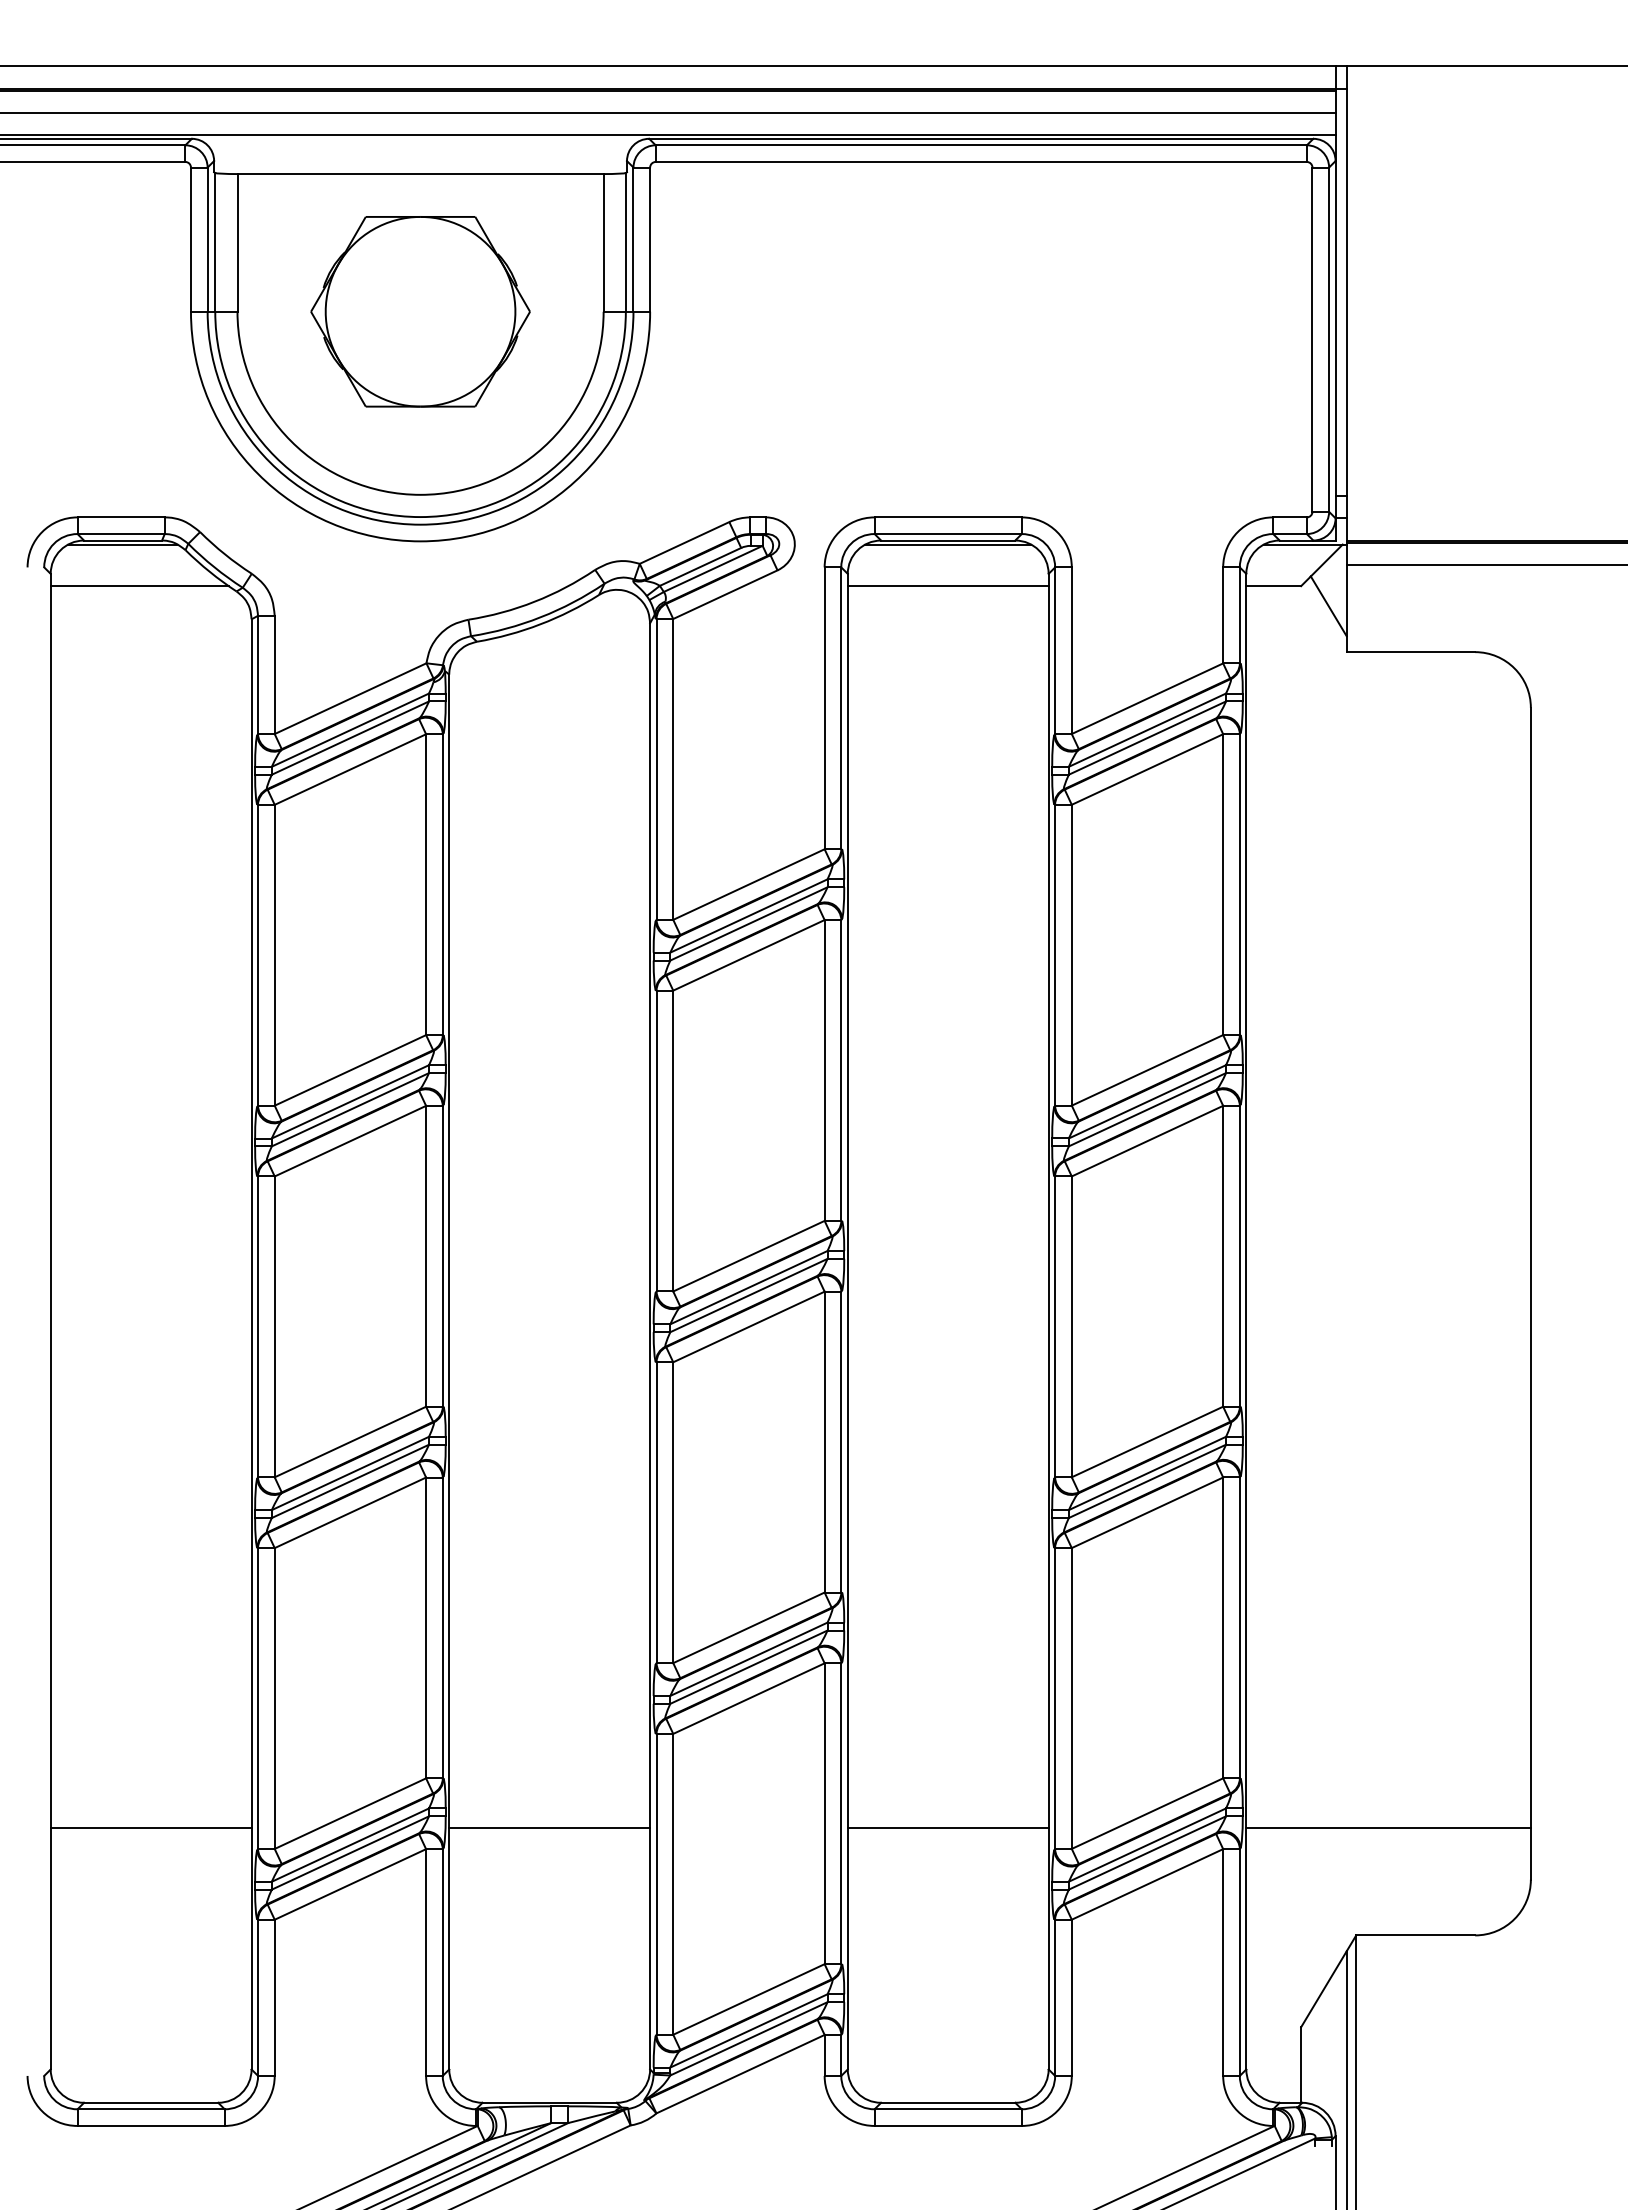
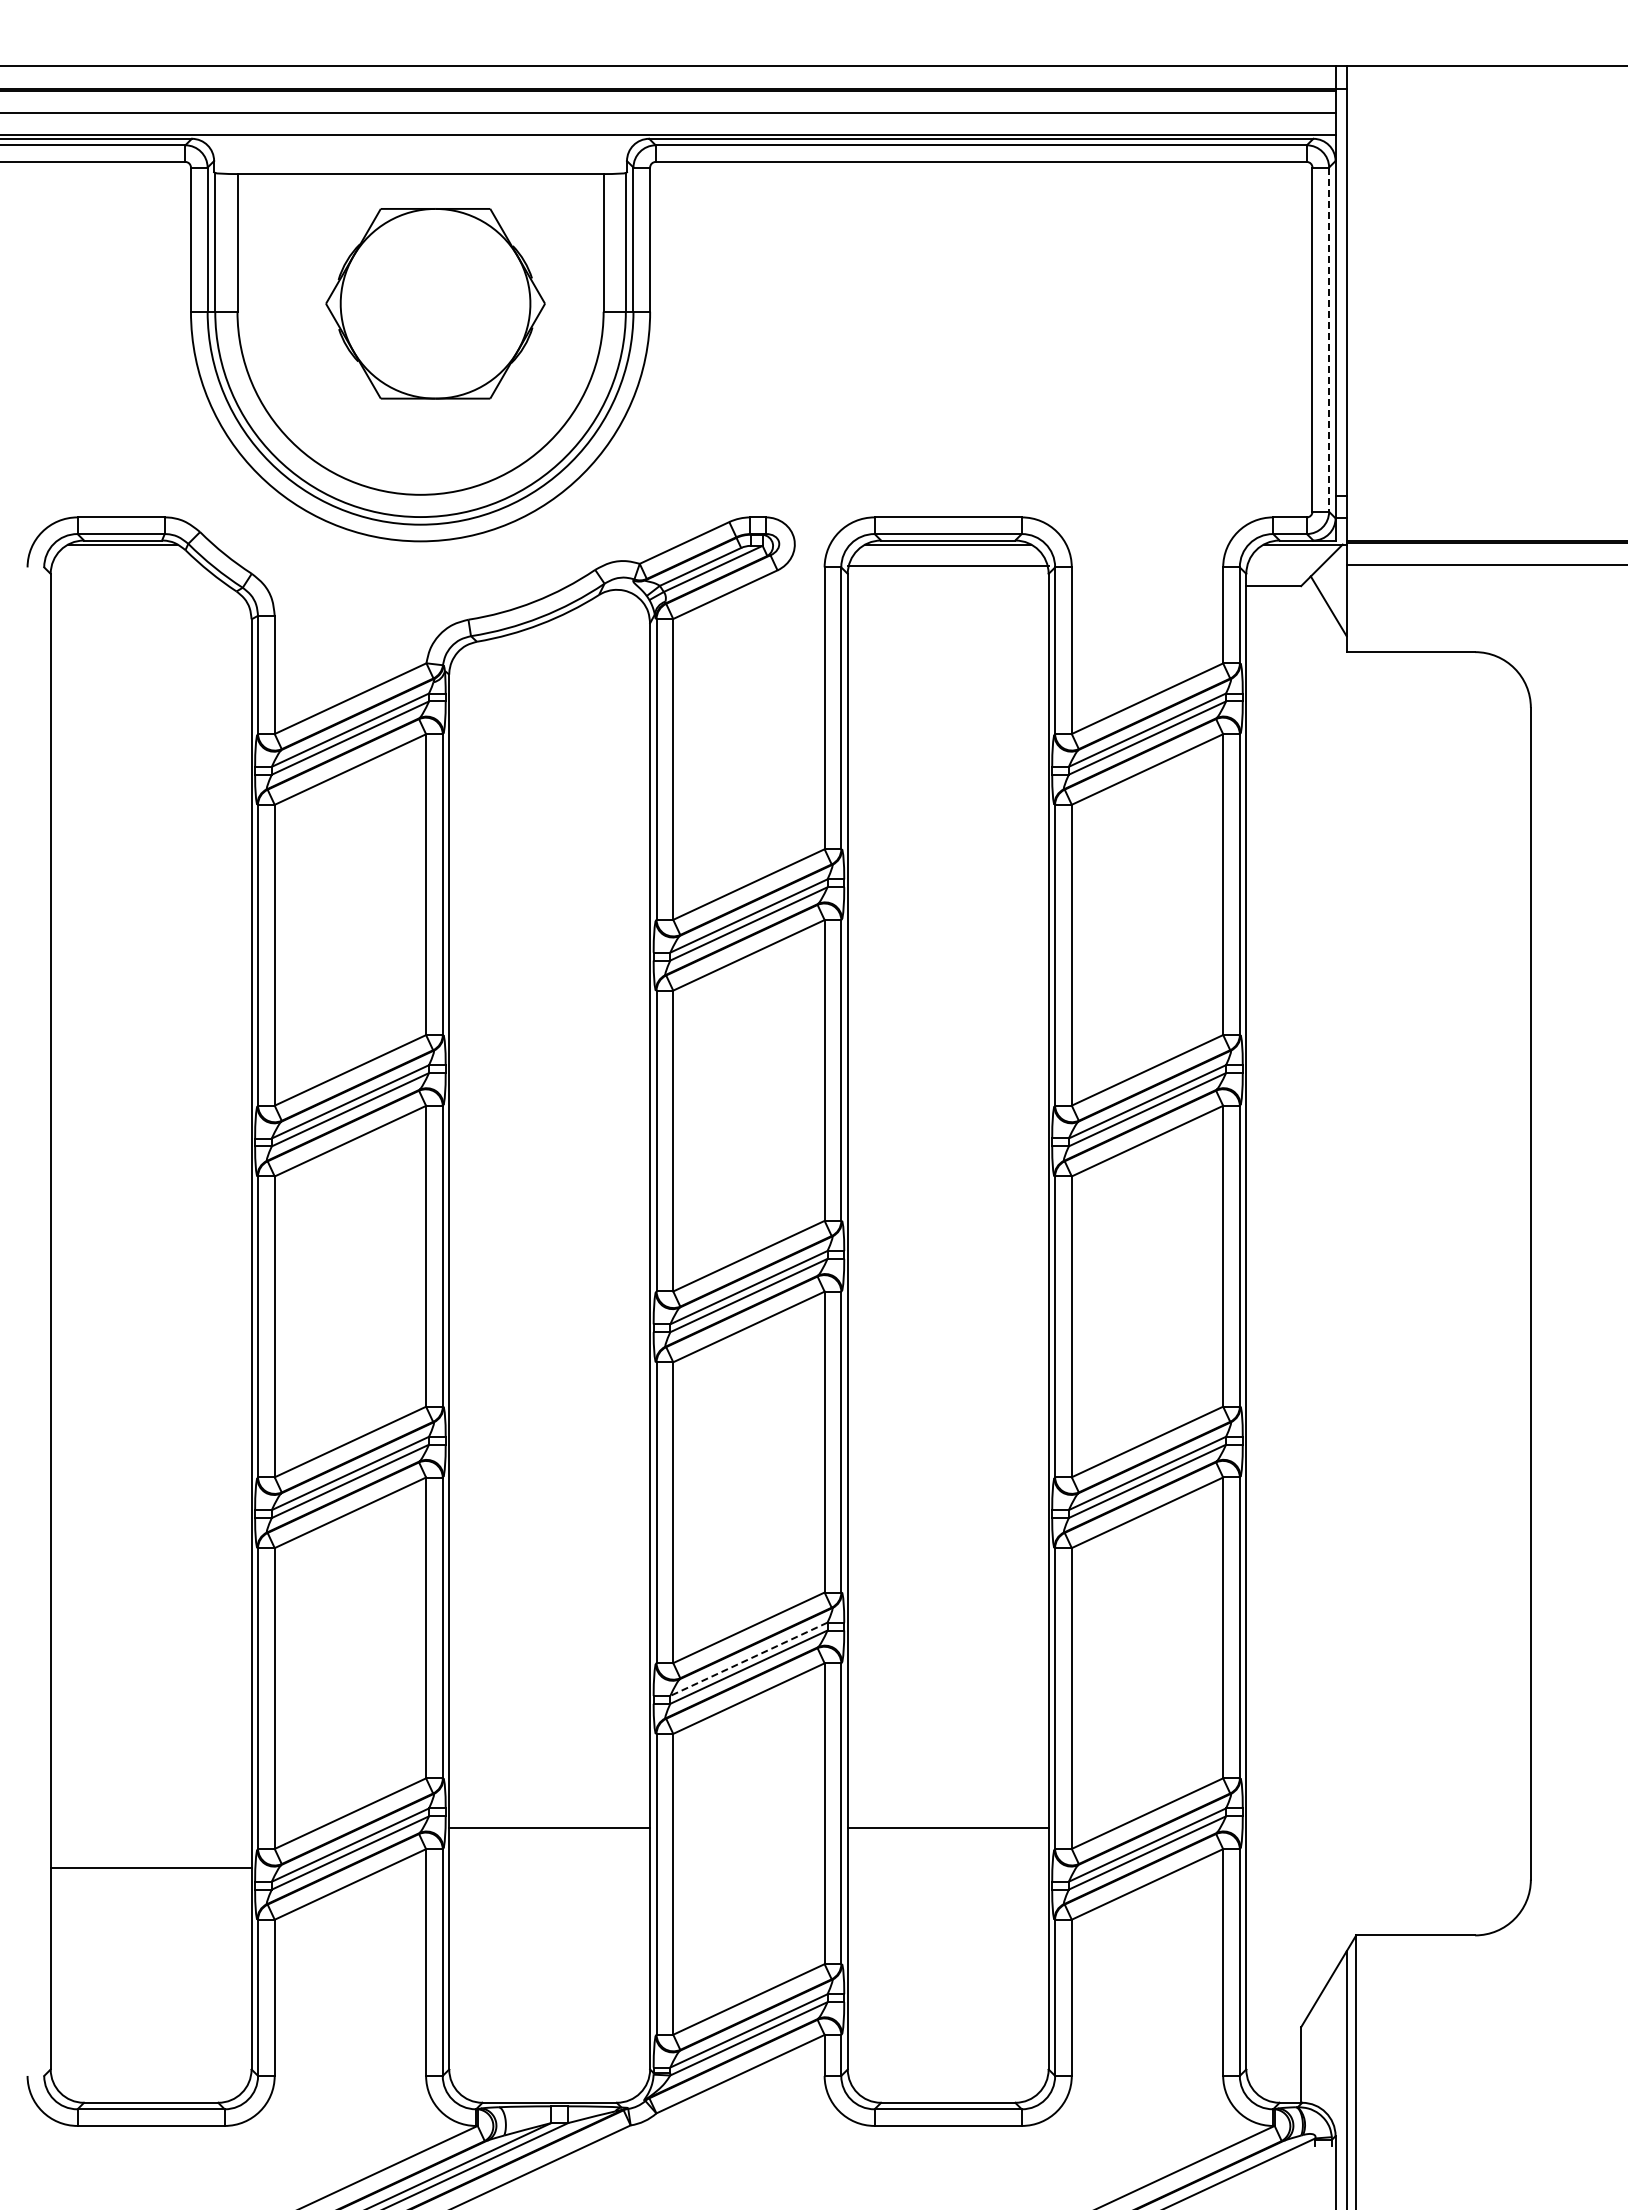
part at (420, 311) position: (420, 311) -> (435, 303)
line at (1329, 340): solid -> dashed
line at (139, 586): present -> none
line at (947, 586) position: (947, 586) -> (947, 566)
line at (748, 1659): solid -> dashed
line at (150, 1828) position: (150, 1828) -> (150, 1868)
line at (1388, 1828): present -> none
